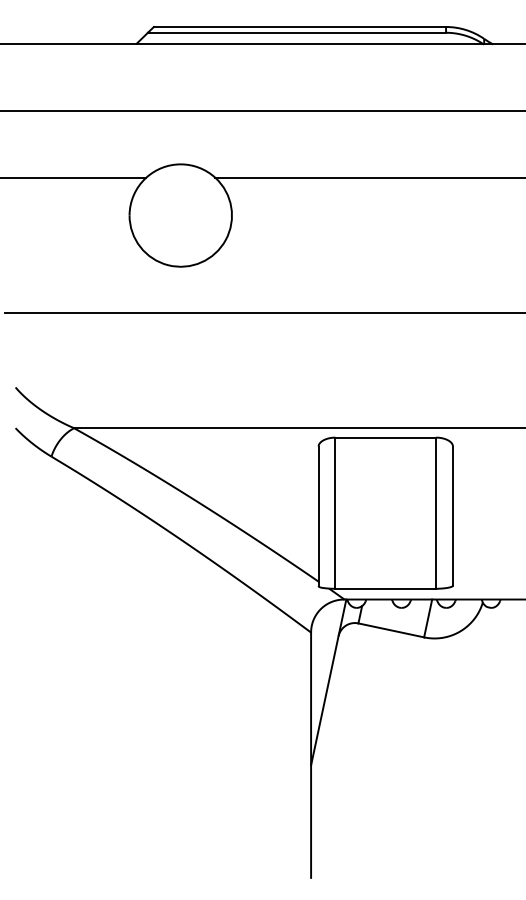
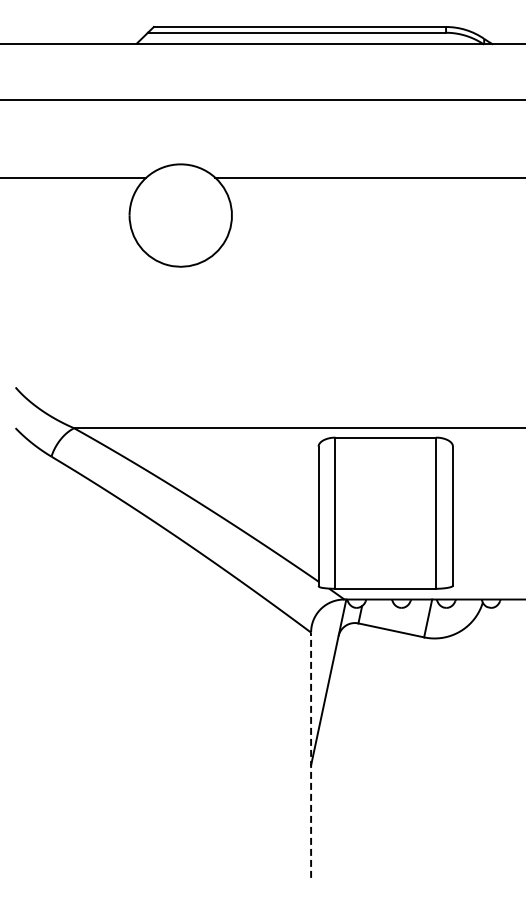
line at (262, 110) position: (262, 110) -> (262, 99)
line at (263, 312): present -> none
line at (311, 755): solid -> dashed
